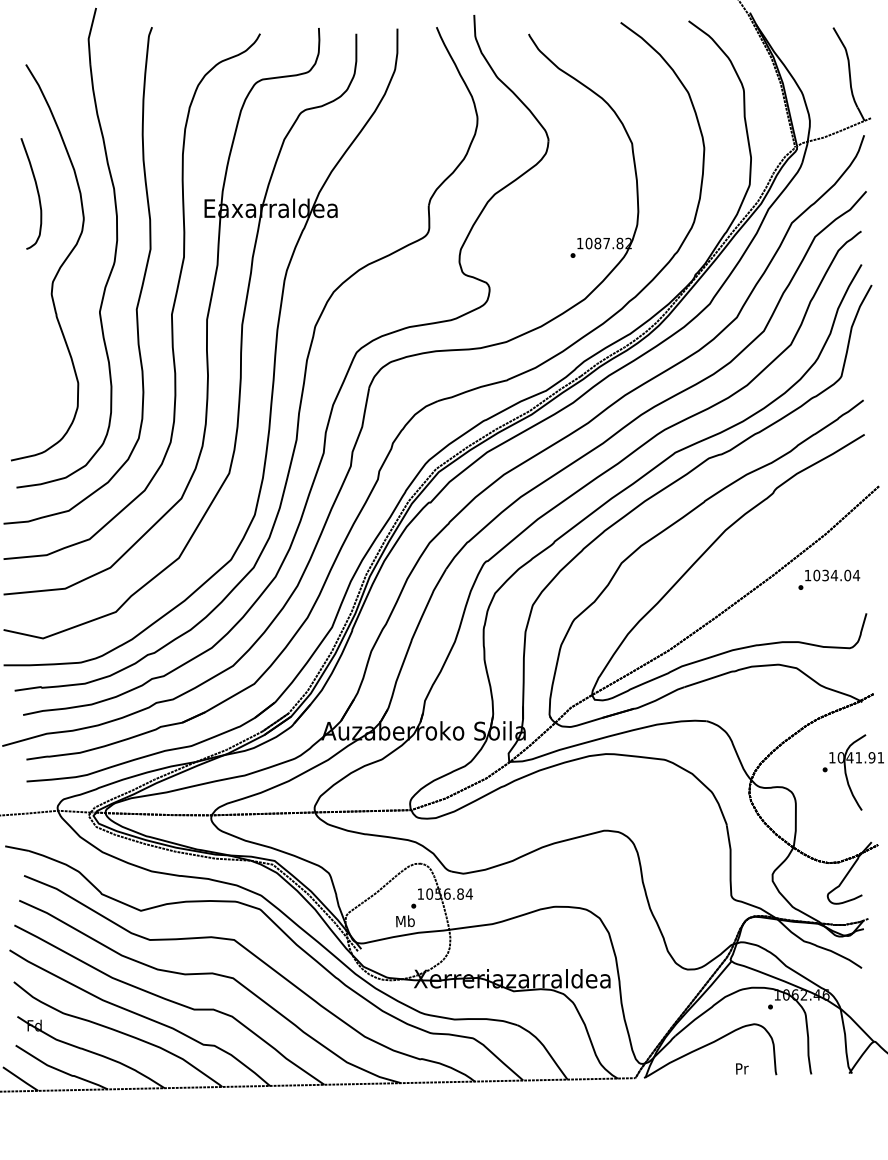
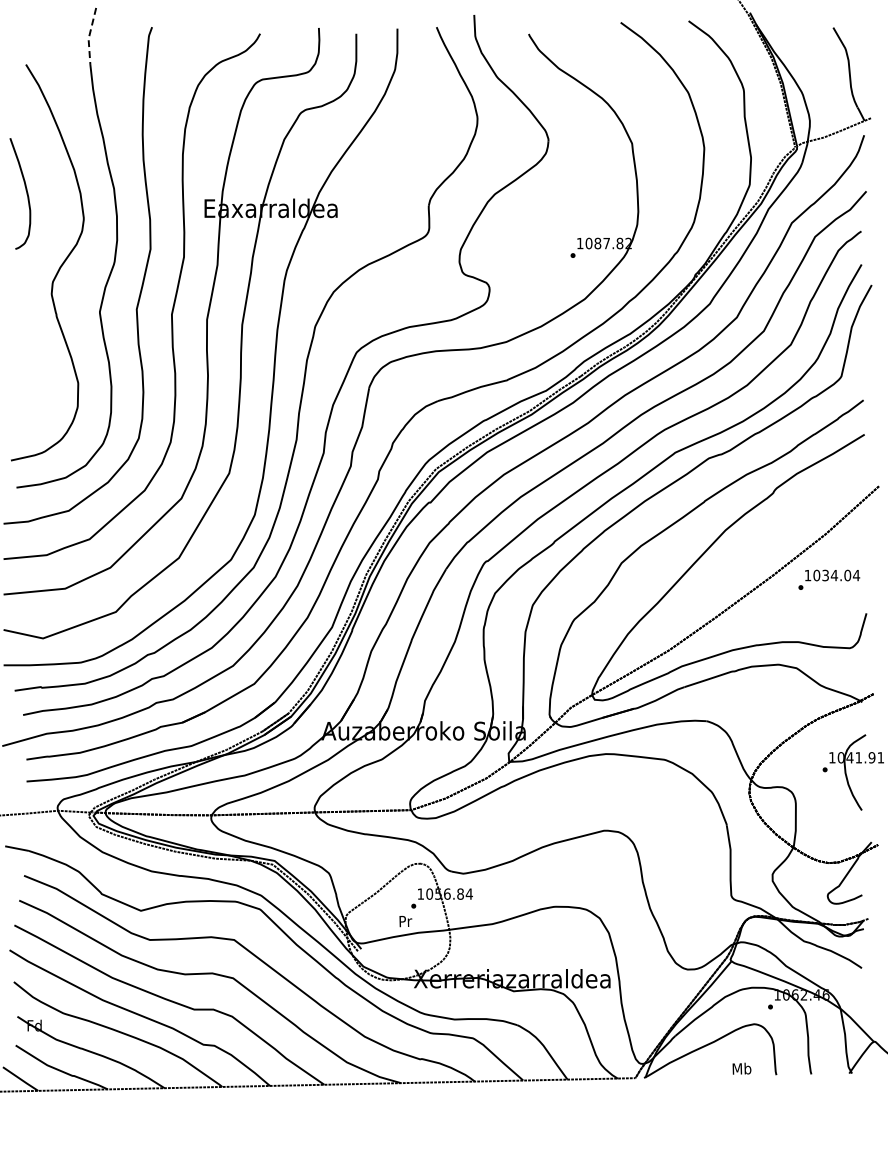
line at (88, 37): solid -> dashed
curve at (36, 190) position: (36, 190) -> (25, 190)
text at (405, 921): Mb -> Pr
text at (741, 1068): Pr -> Mb
